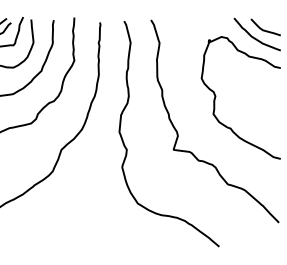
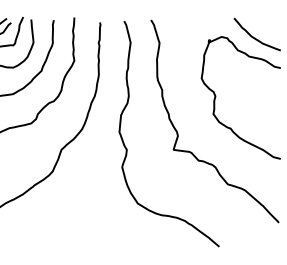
curve at (264, 29): present -> none
